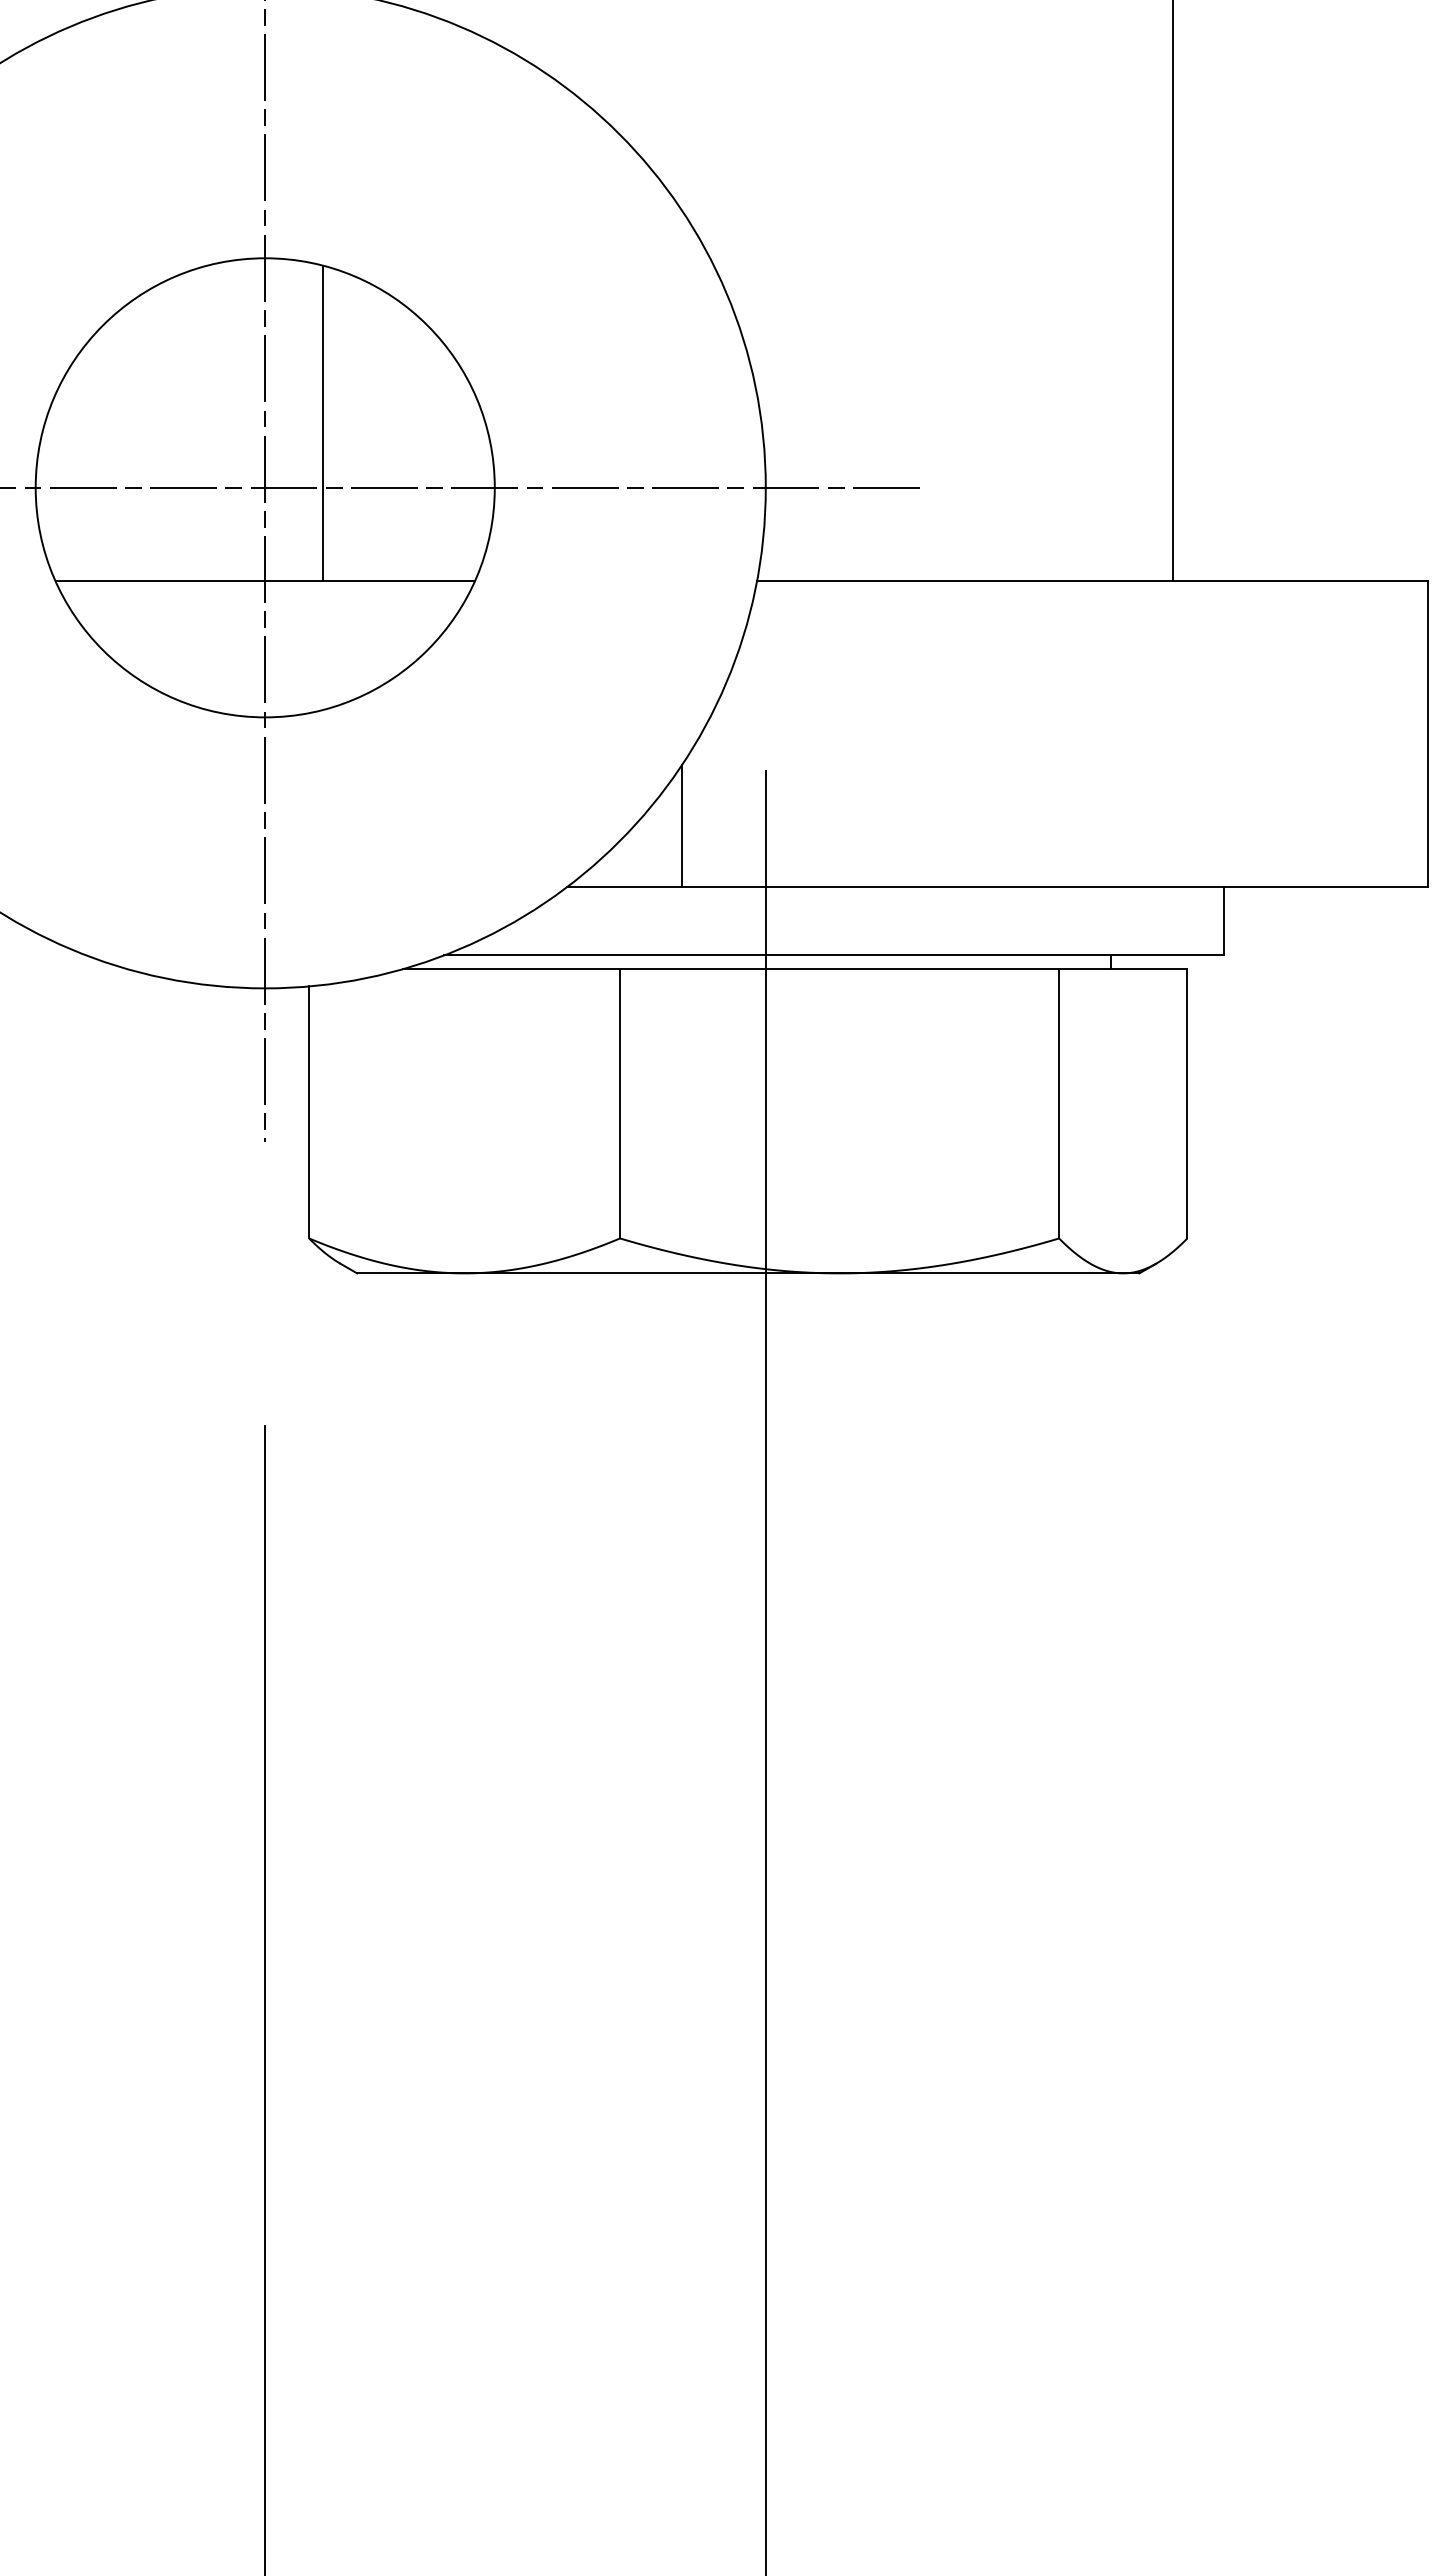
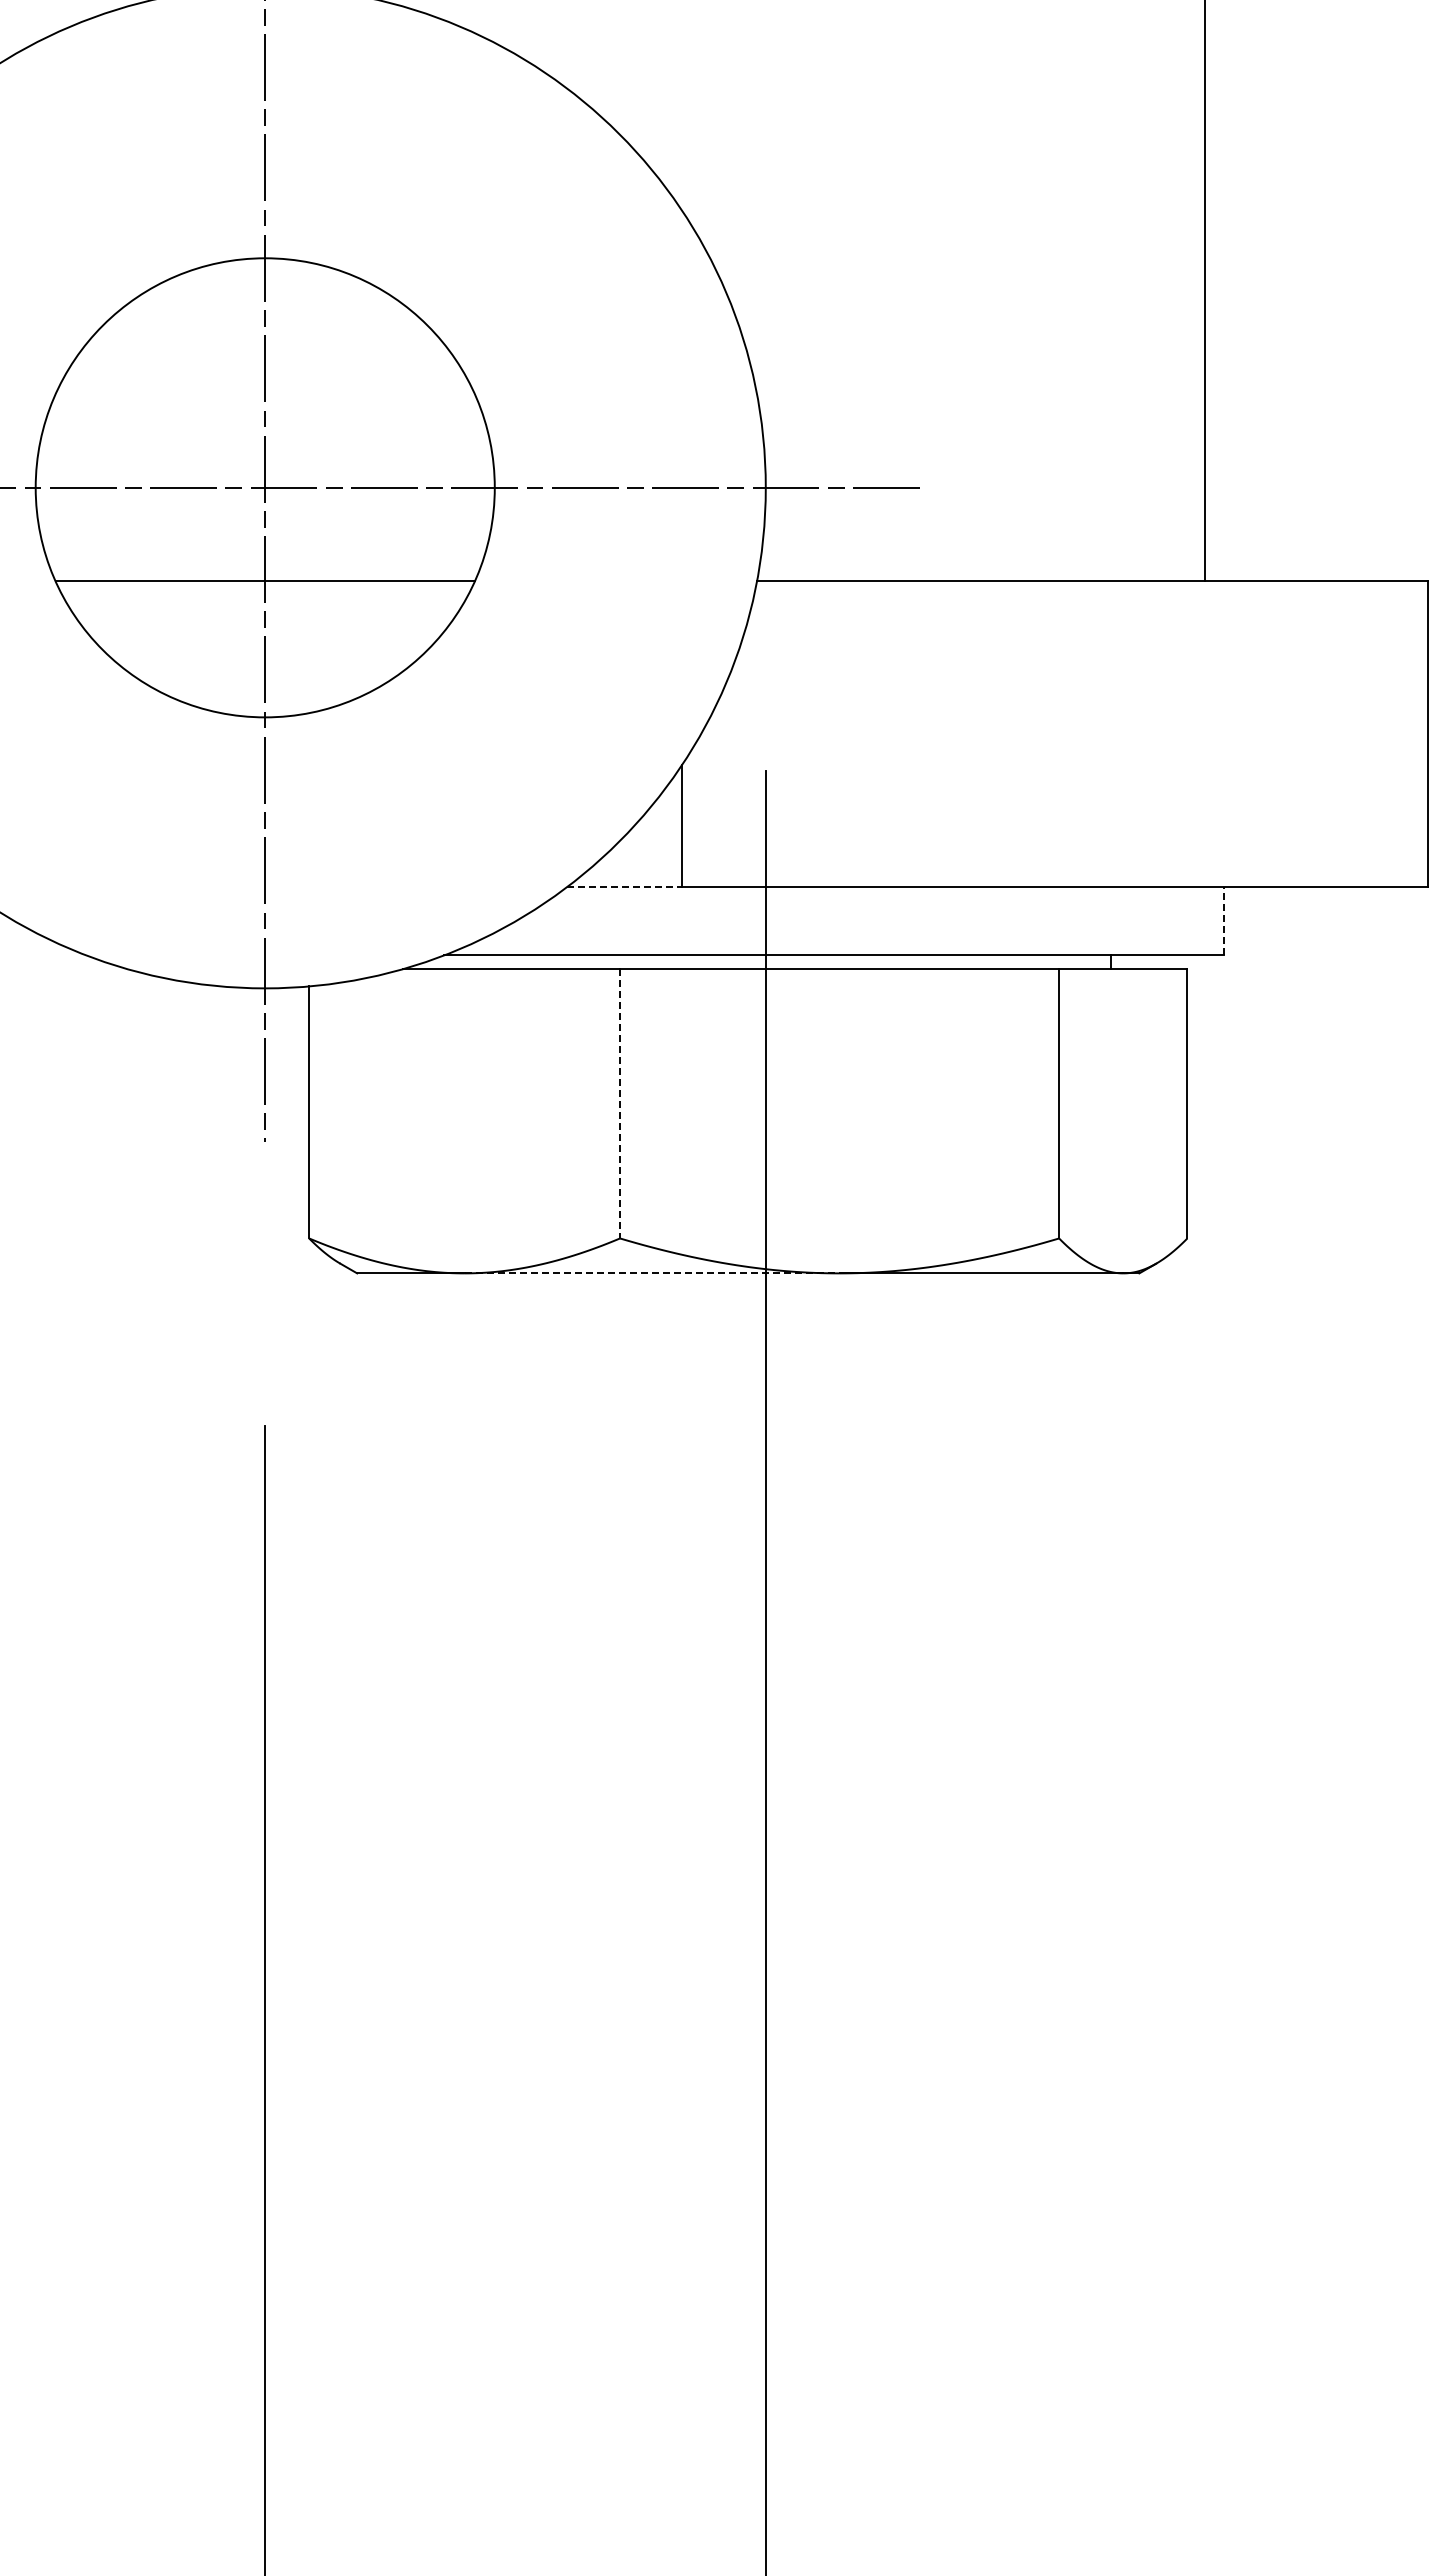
line at (1173, 291) position: (1173, 291) -> (1205, 291)
line at (323, 423): present -> none
line at (624, 887): solid -> dashed
line at (1224, 920): solid -> dashed
line at (620, 1103): solid -> dashed
line at (652, 1273): solid -> dashed
